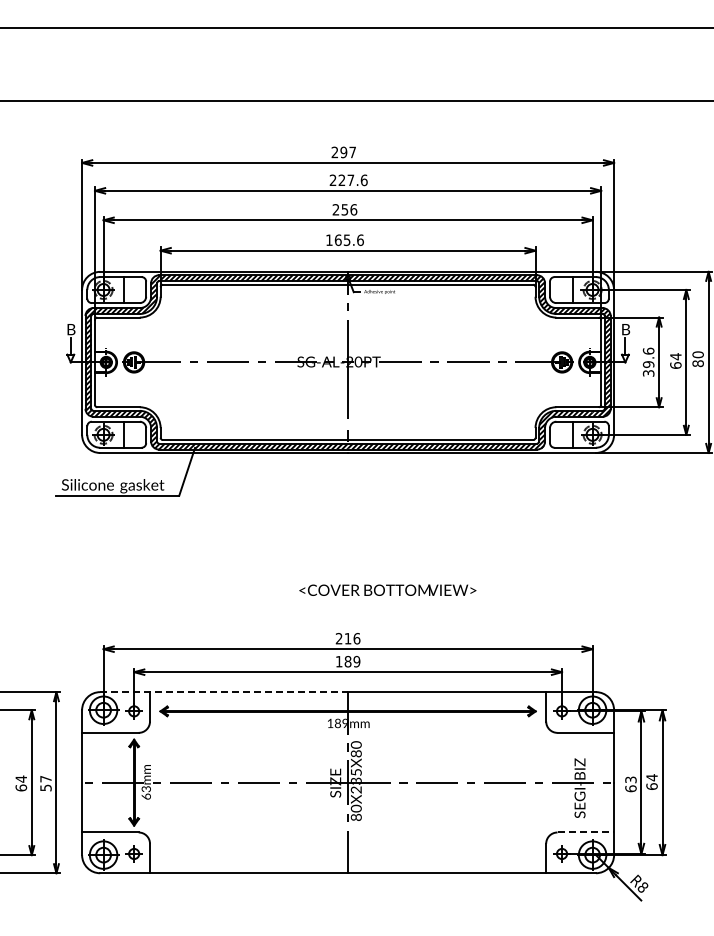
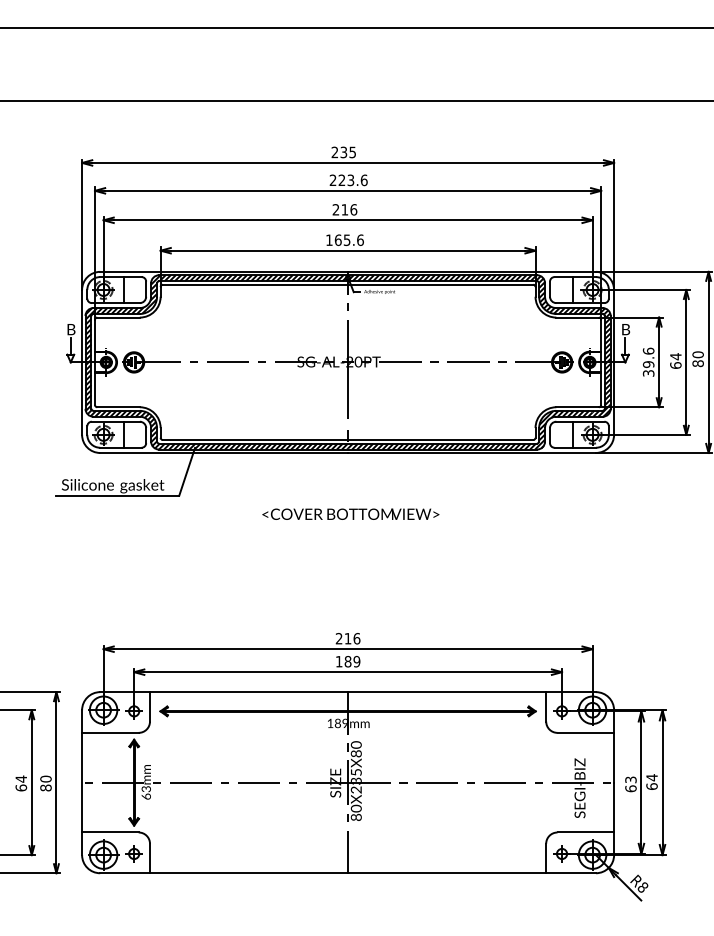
text at (347, 152): 297 -> 235
text at (350, 180): 227.6 -> 223.6
text at (344, 209): 256 -> 216
text at (387, 589) position: (387, 589) -> (350, 513)
line at (224, 692): dashed -> solid
text at (45, 783): 57 -> 80
line at (586, 832): dashed -> solid
